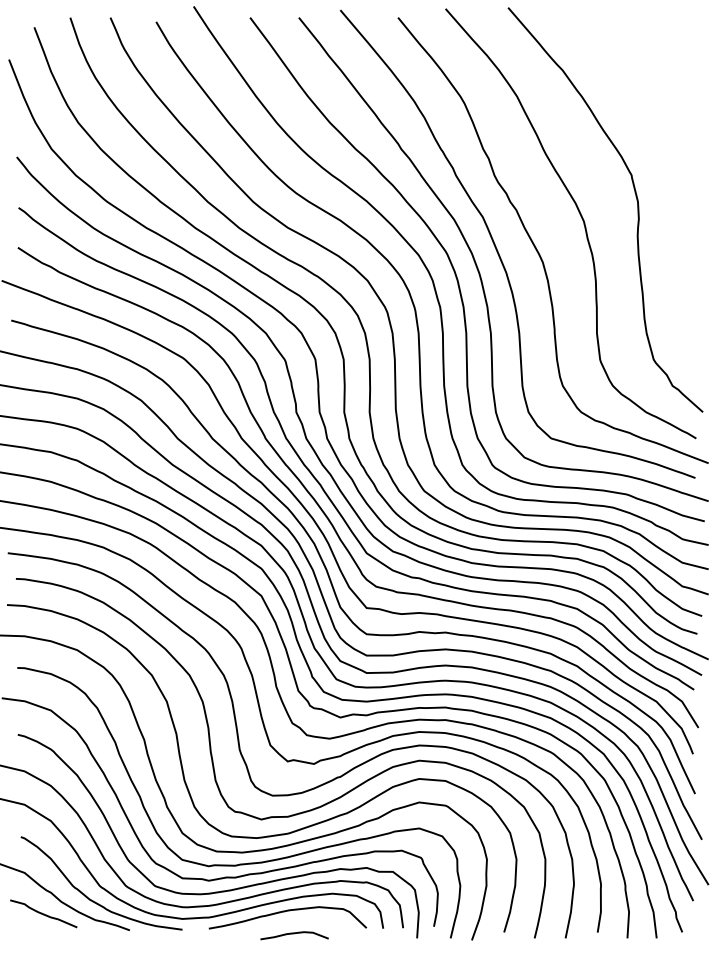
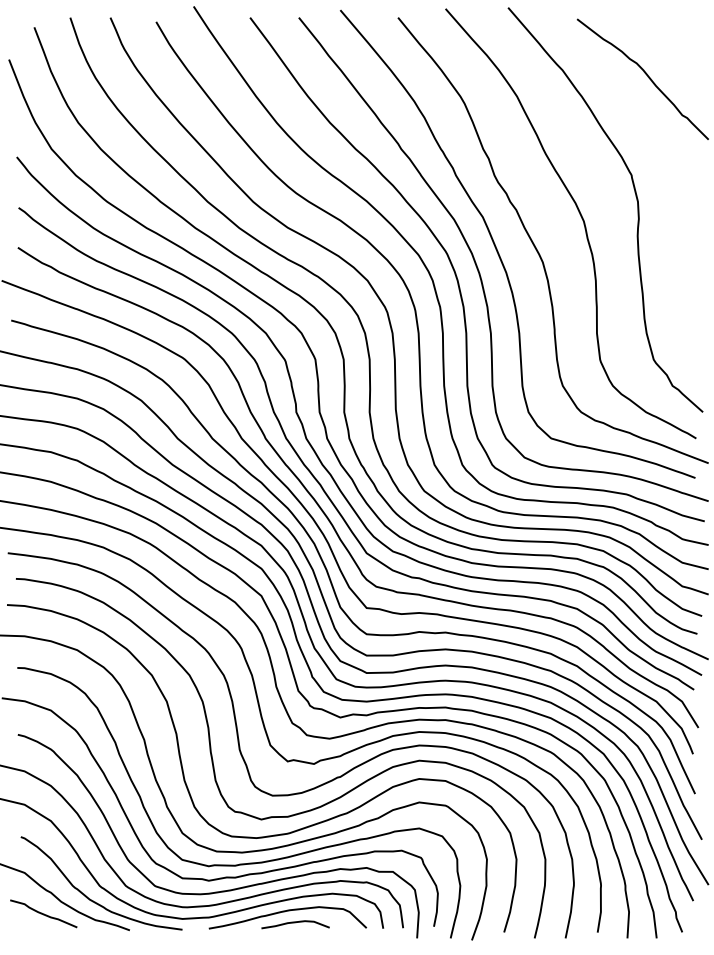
curve at (645, 74): none -> present
curve at (294, 934) position: (294, 934) -> (295, 923)
